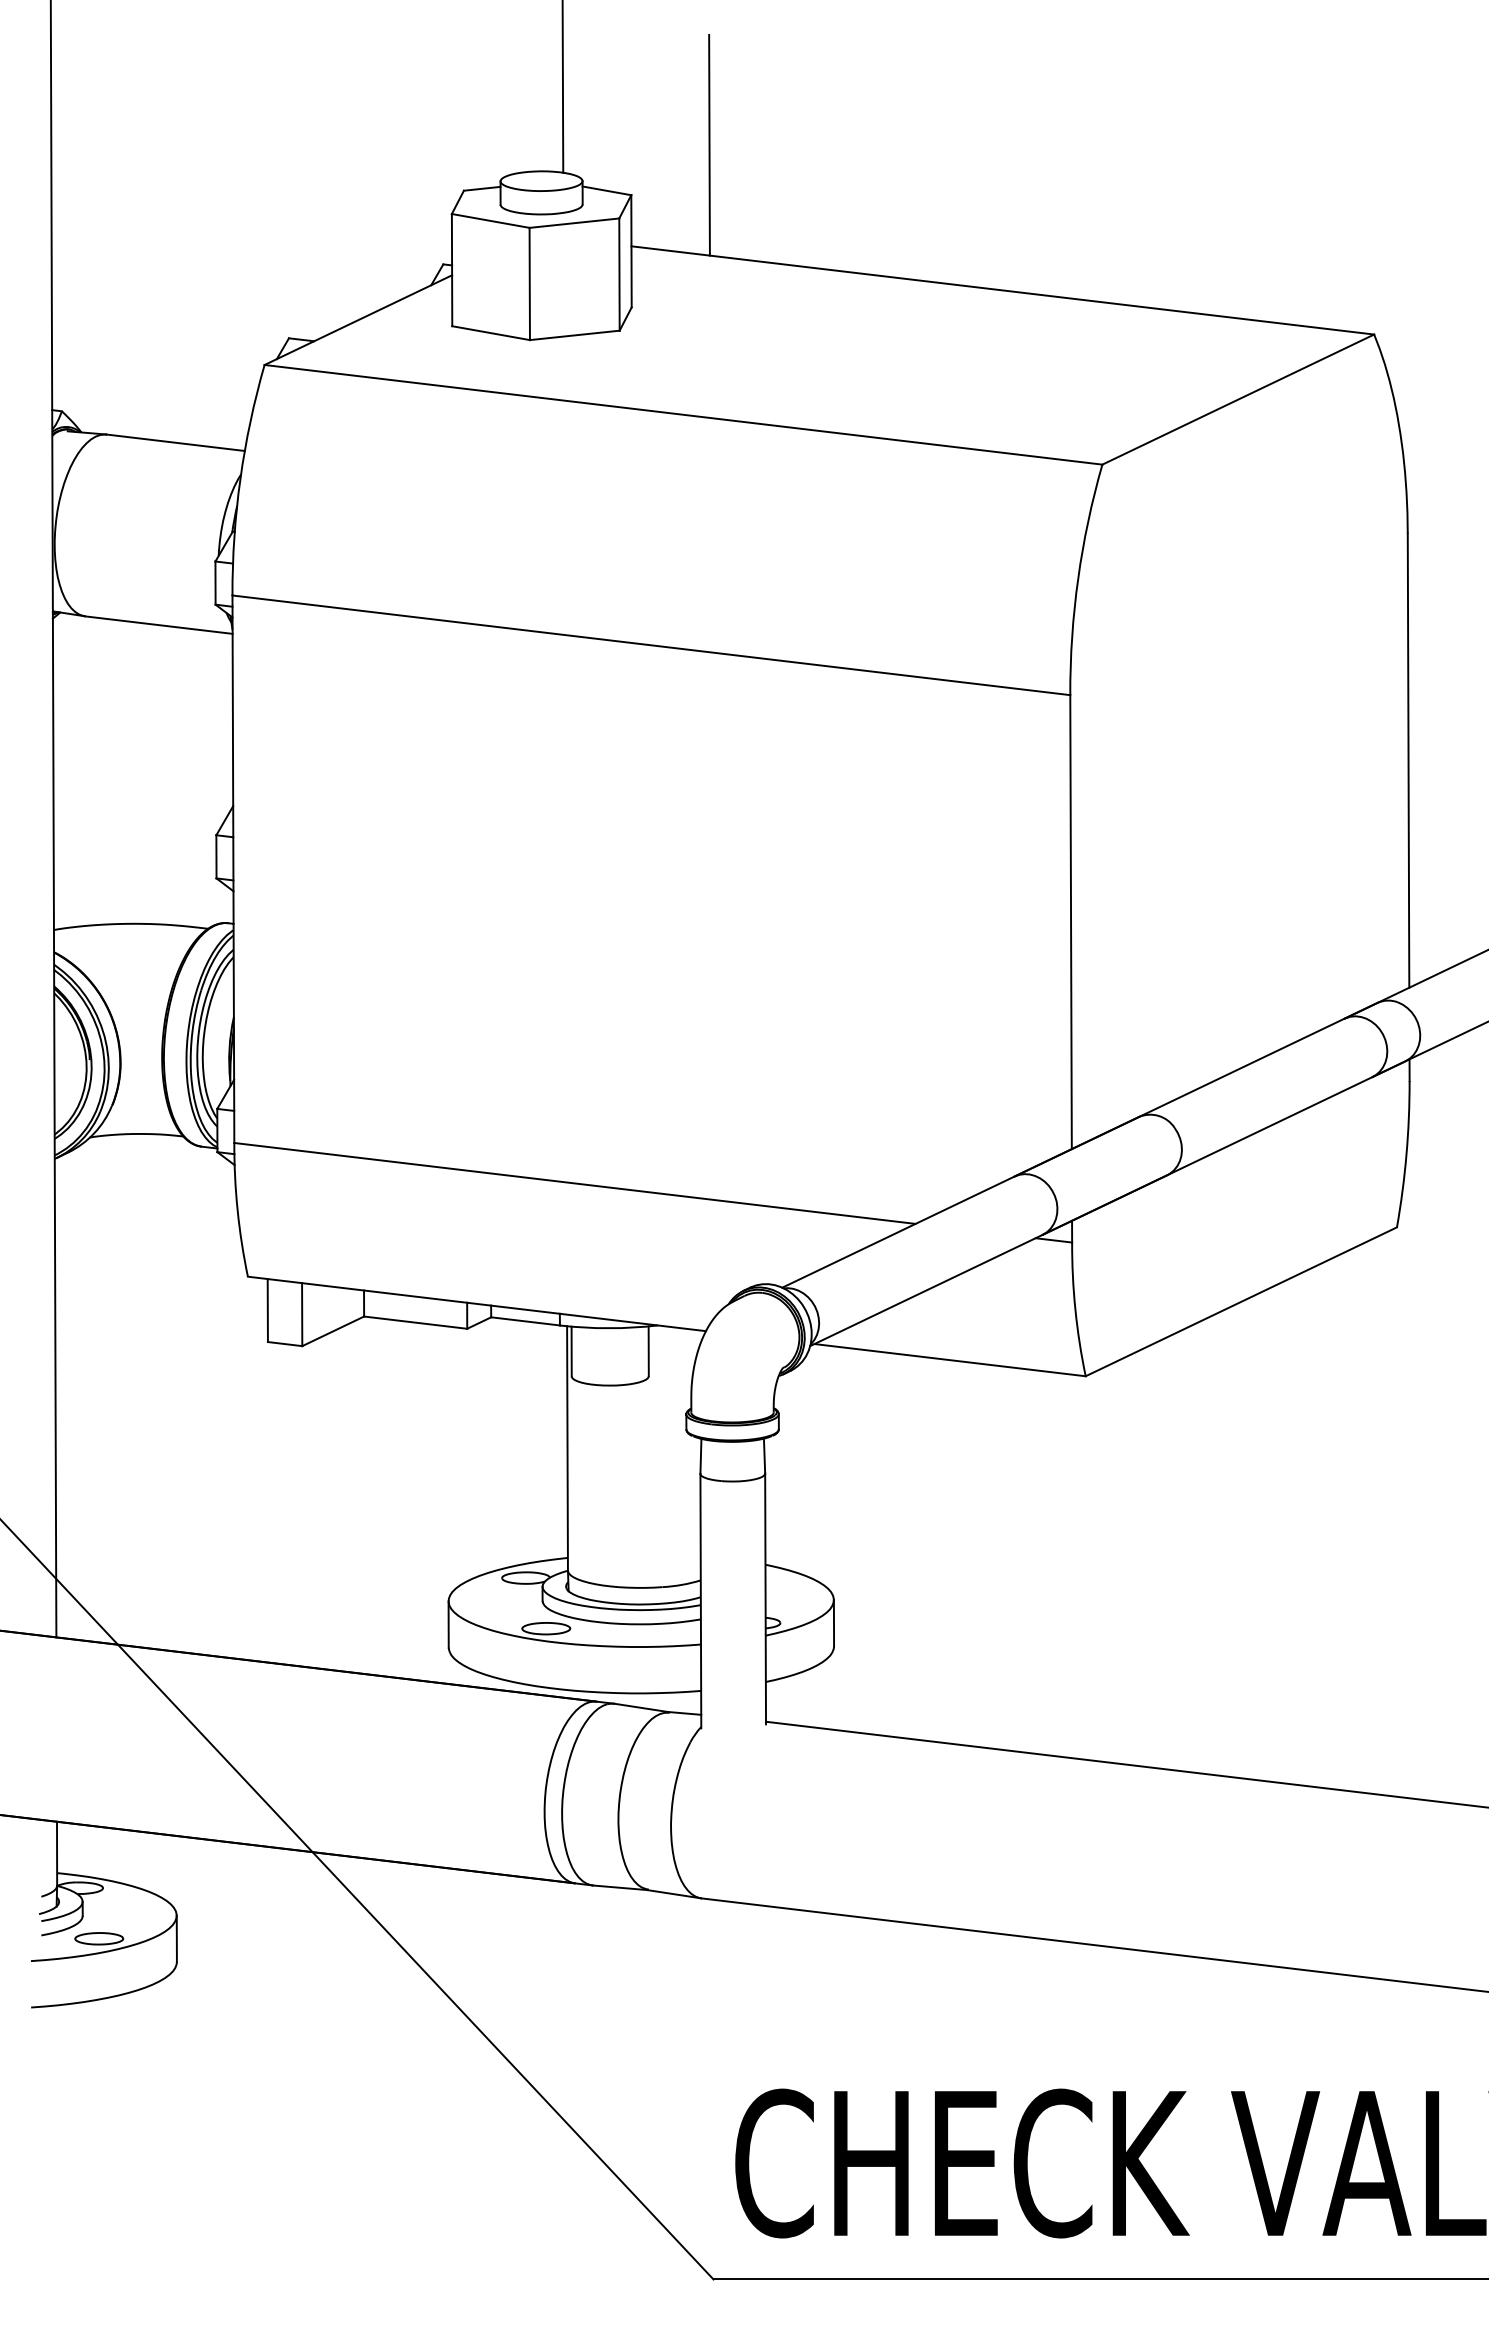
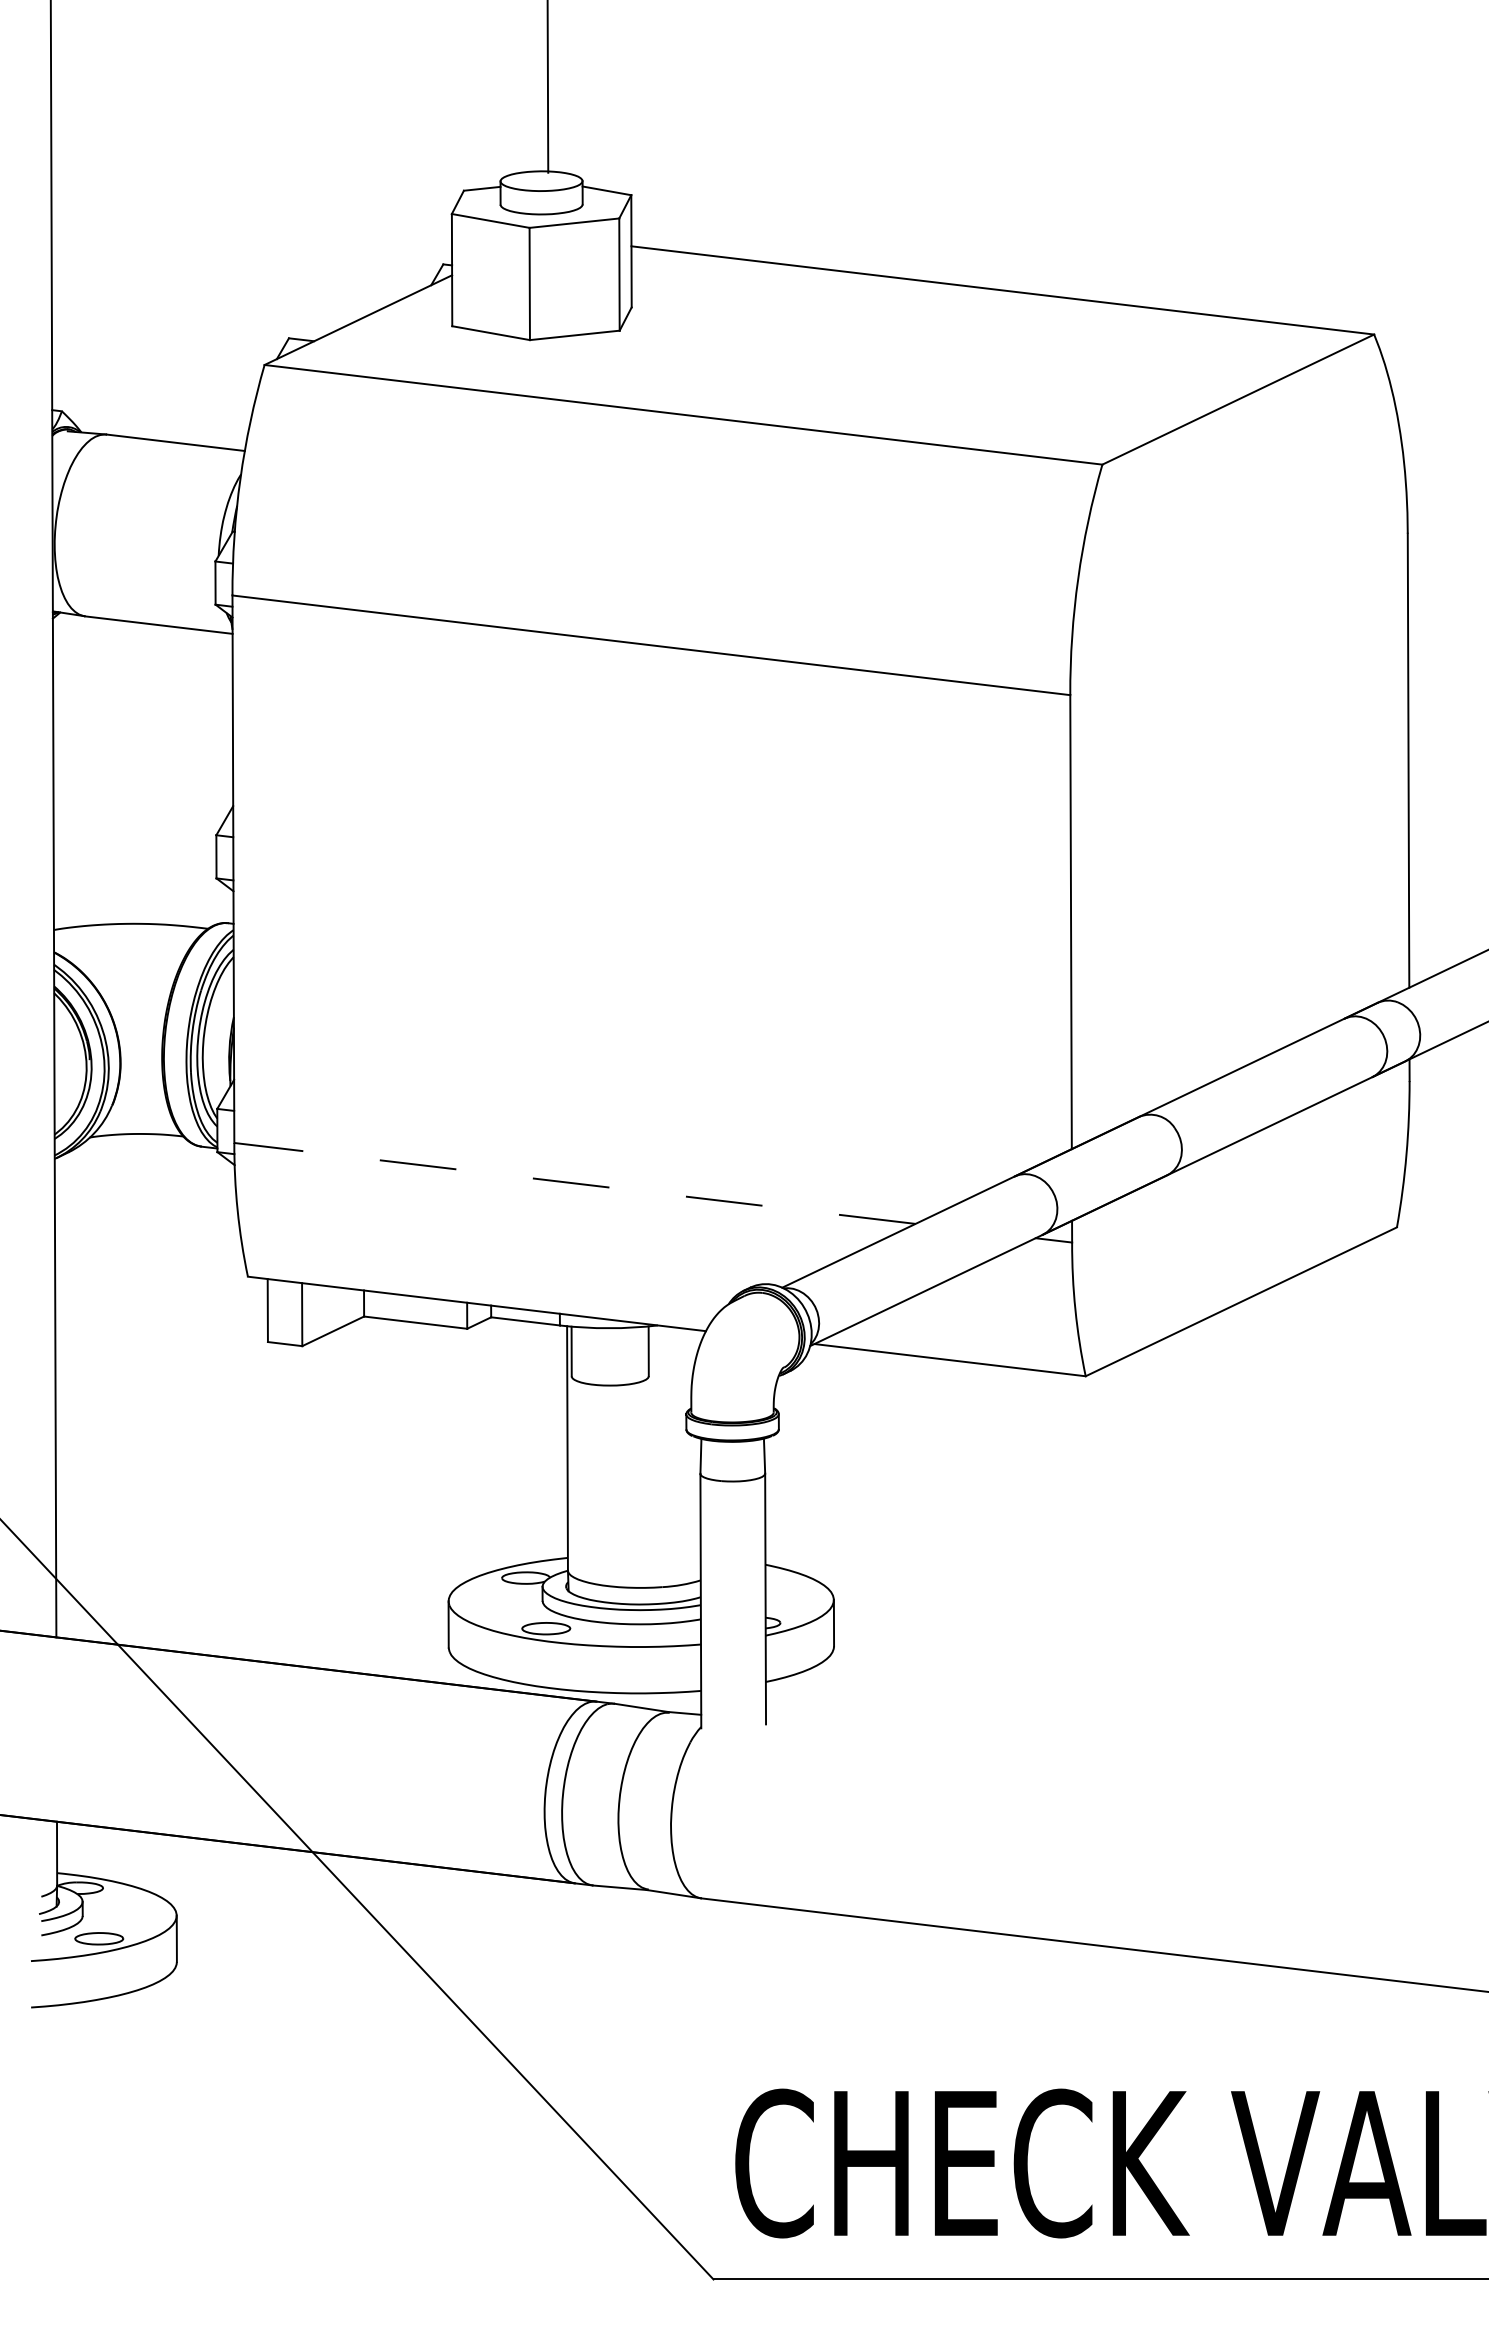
line at (562, 87) position: (562, 87) -> (547, 87)
line at (709, 144): present -> none
line at (574, 1183): solid -> dashed
line at (1125, 1764): present -> none
